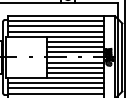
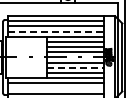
line at (56, 31): solid -> dashed
line at (75, 67): solid -> dashed
line at (55, 88): present -> none
